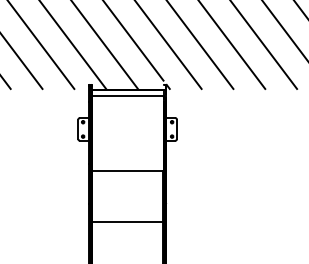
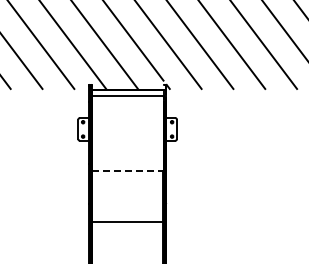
line at (128, 170): solid -> dashed
